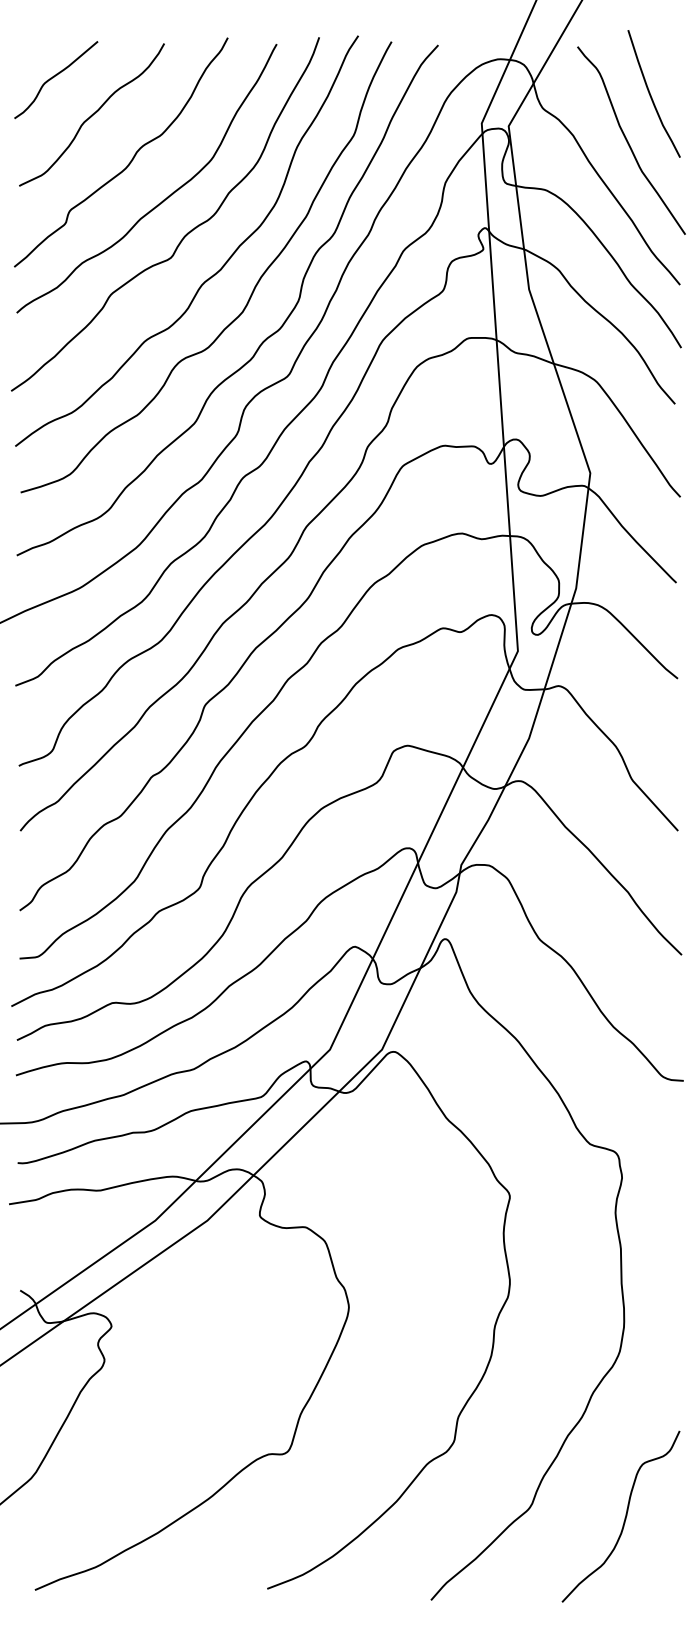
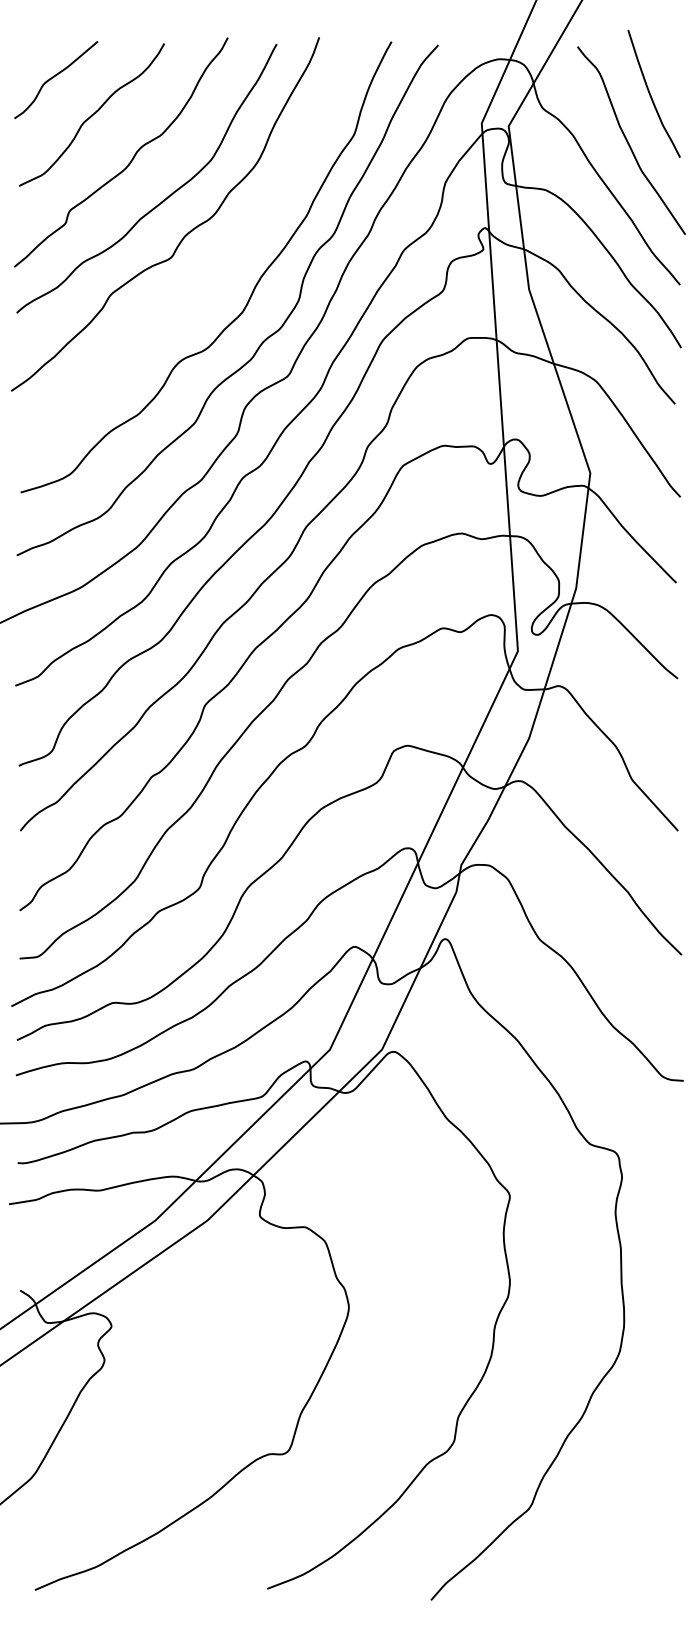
curve at (215, 272): present -> none
curve at (624, 1517): present -> none
